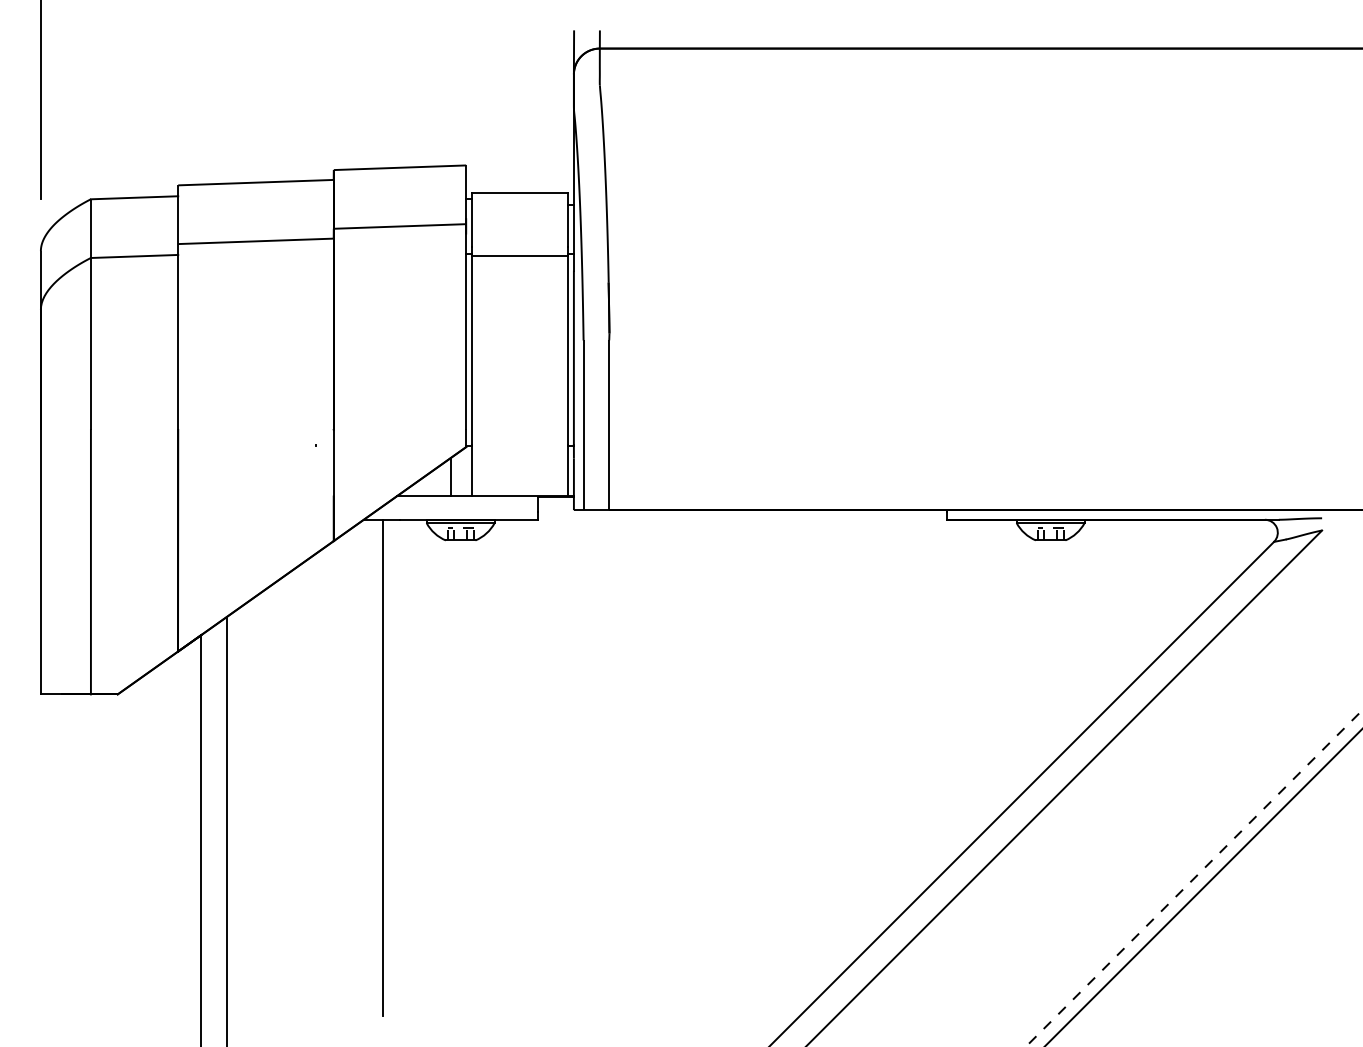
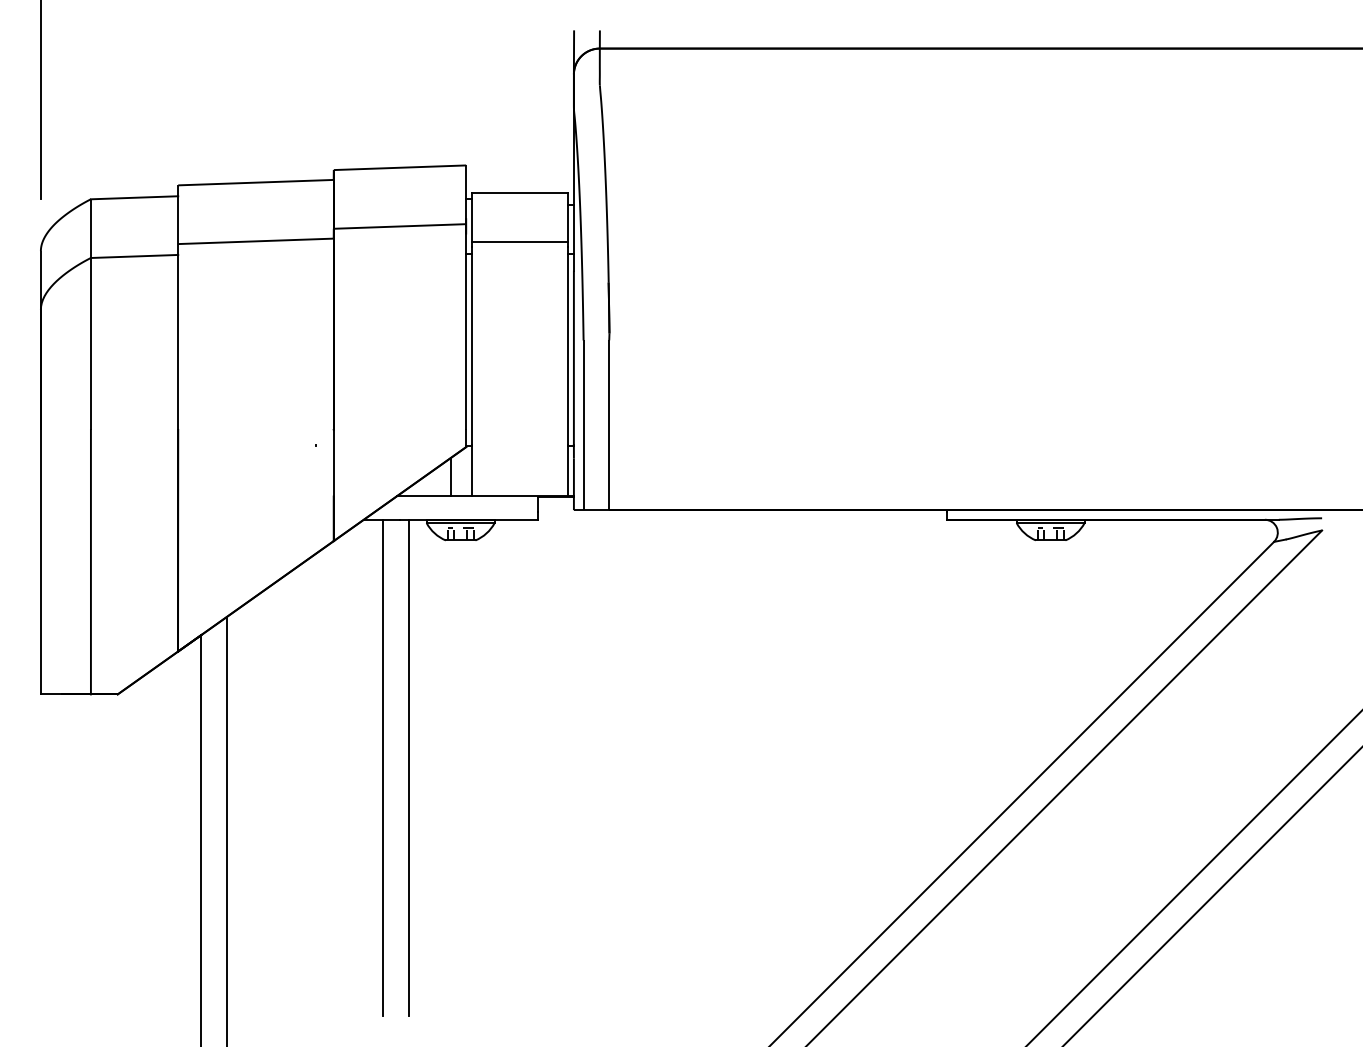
line at (519, 255) position: (519, 255) -> (519, 241)
line at (408, 767): none -> present
line at (1194, 878): dashed -> solid
line at (1203, 887) position: (1203, 887) -> (1212, 896)
